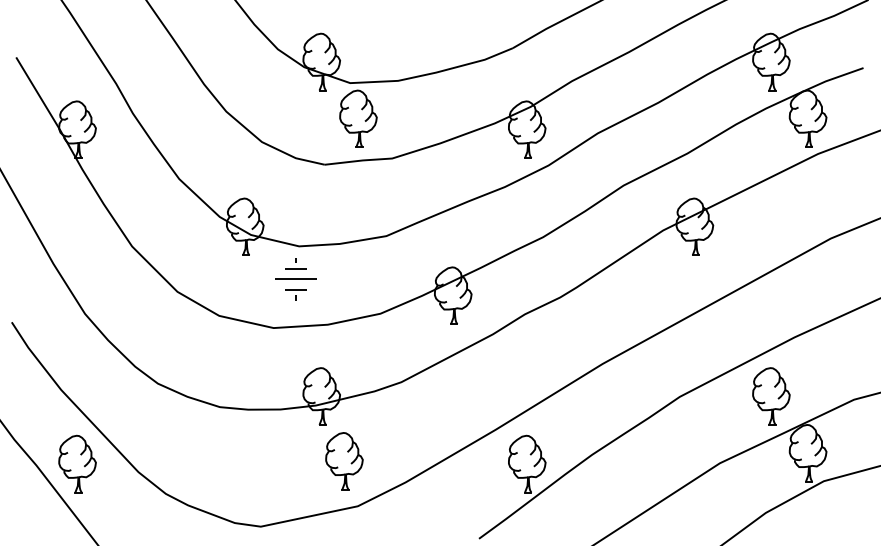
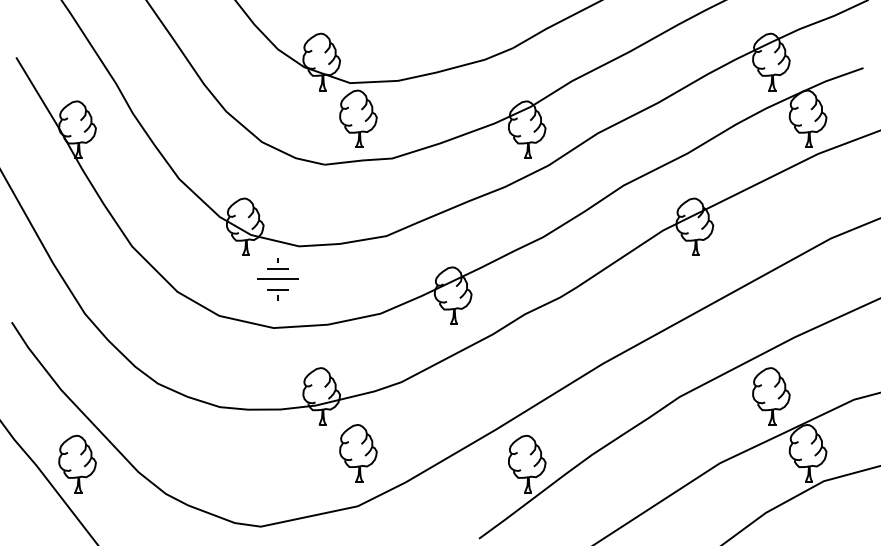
part at (295, 279) position: (295, 279) -> (277, 279)
part at (344, 461) position: (344, 461) -> (358, 453)
